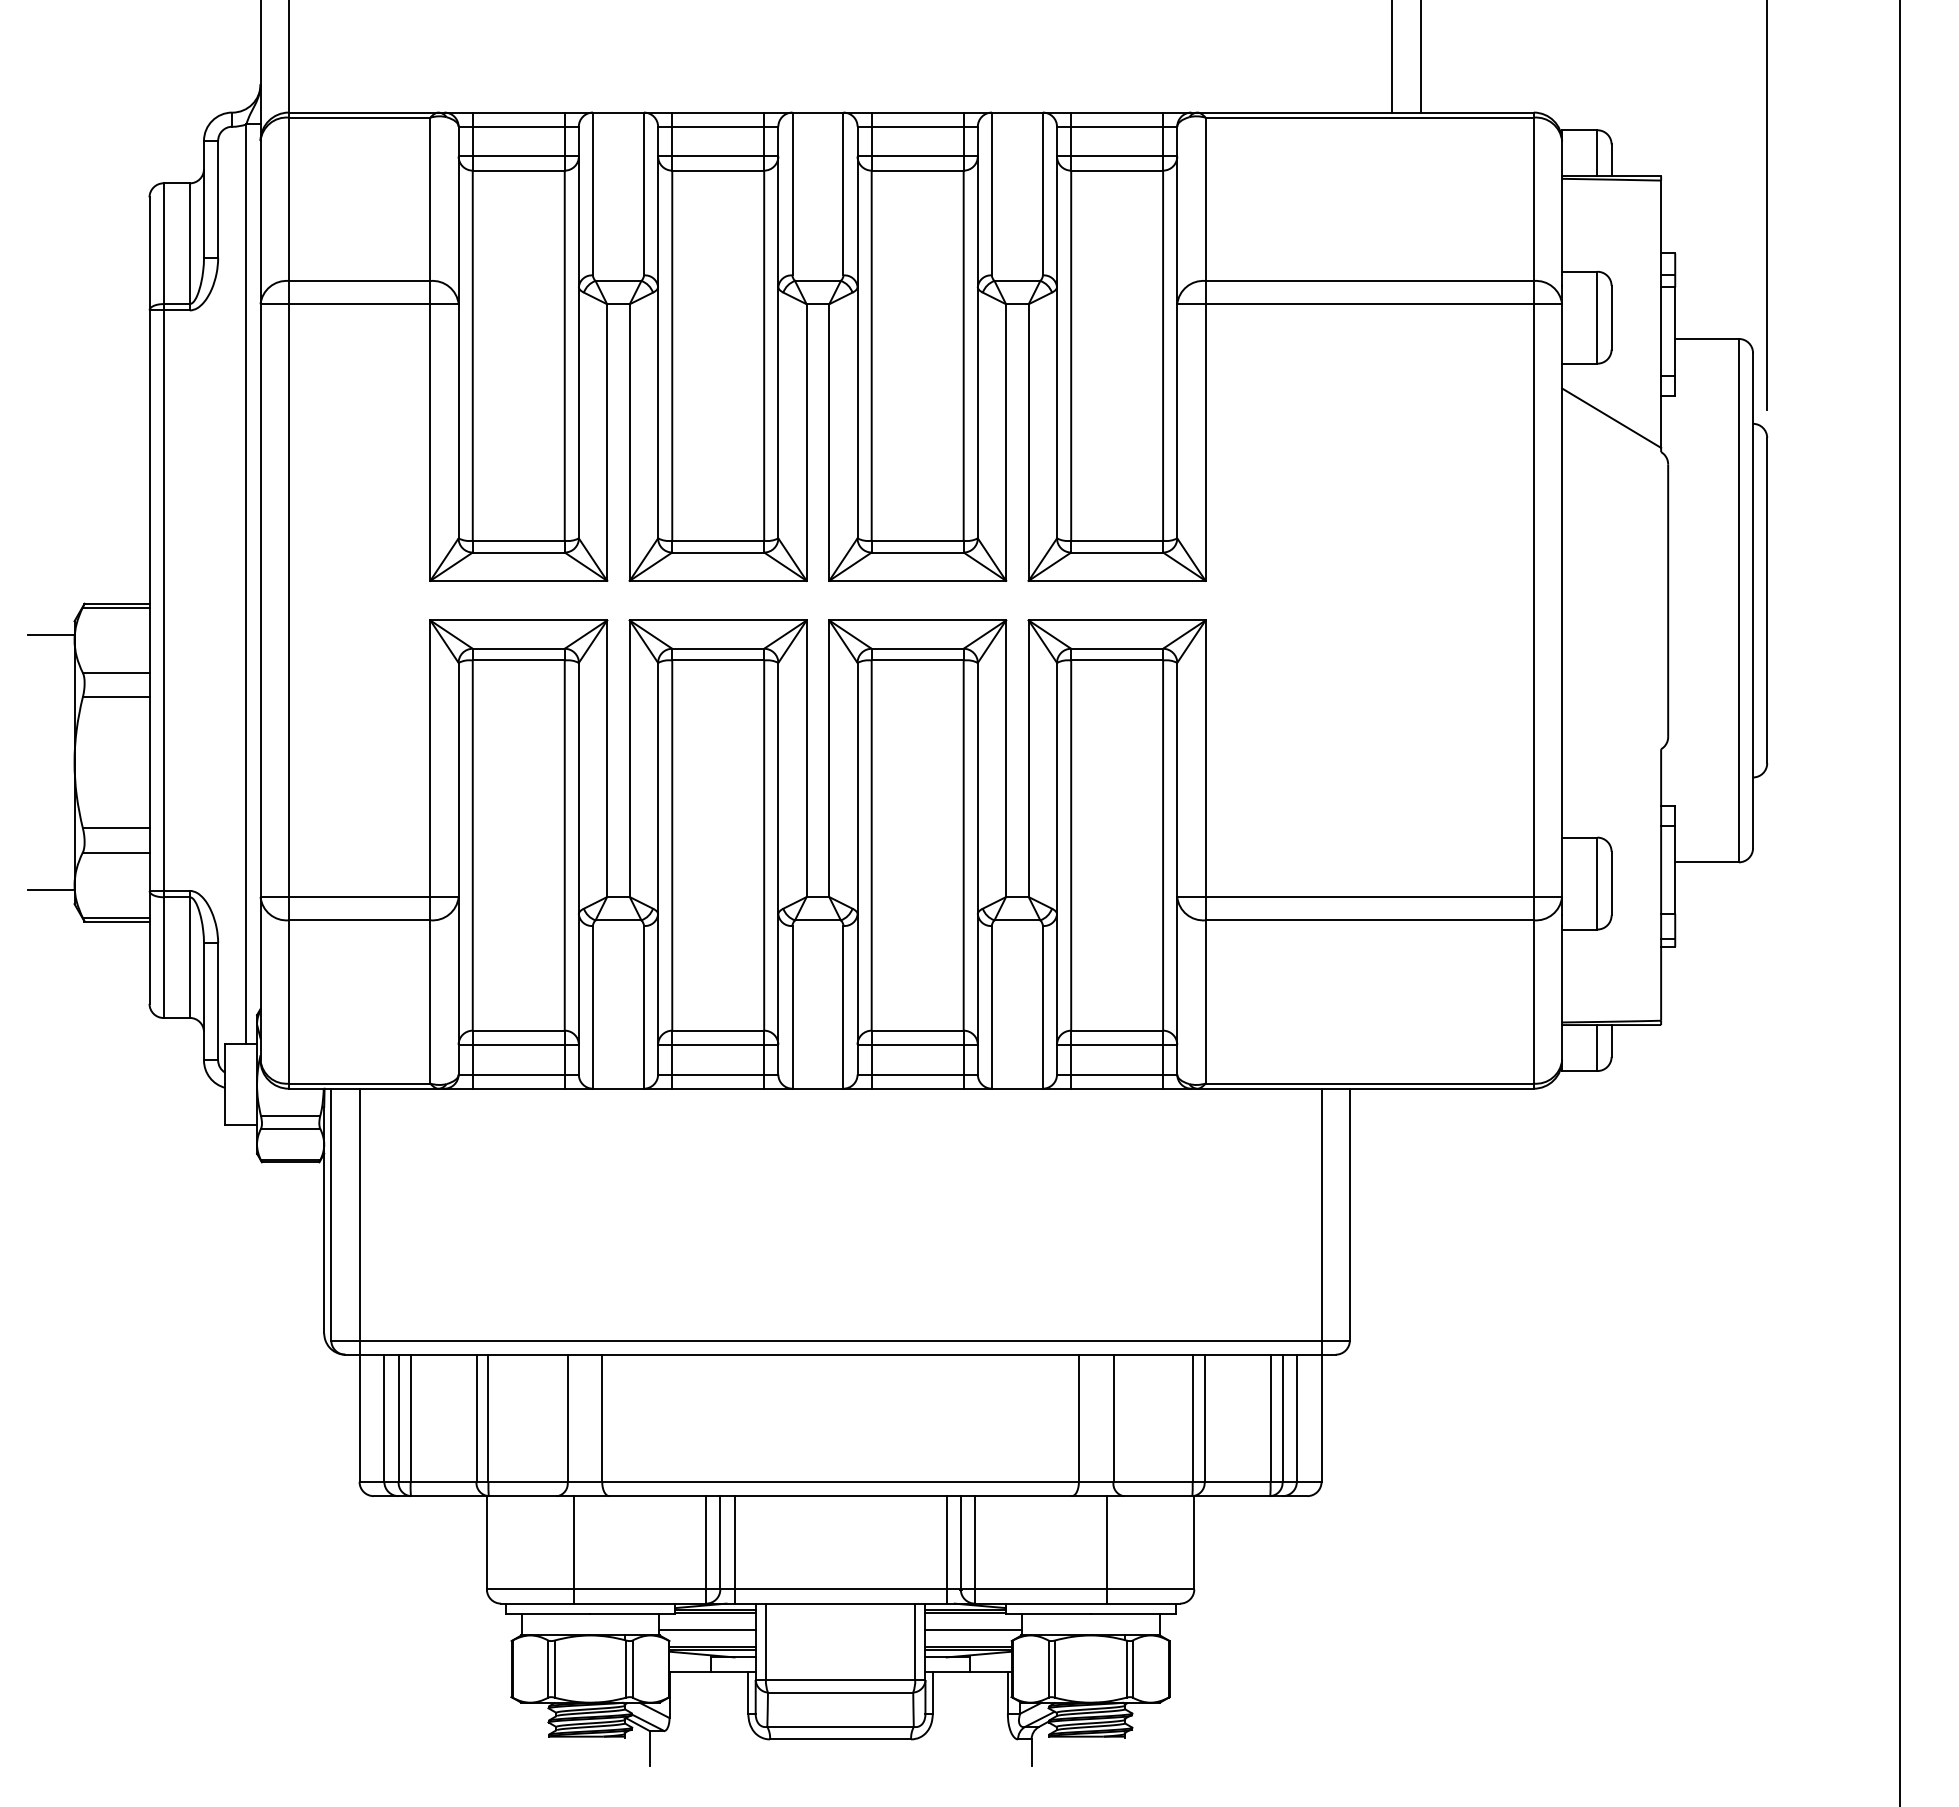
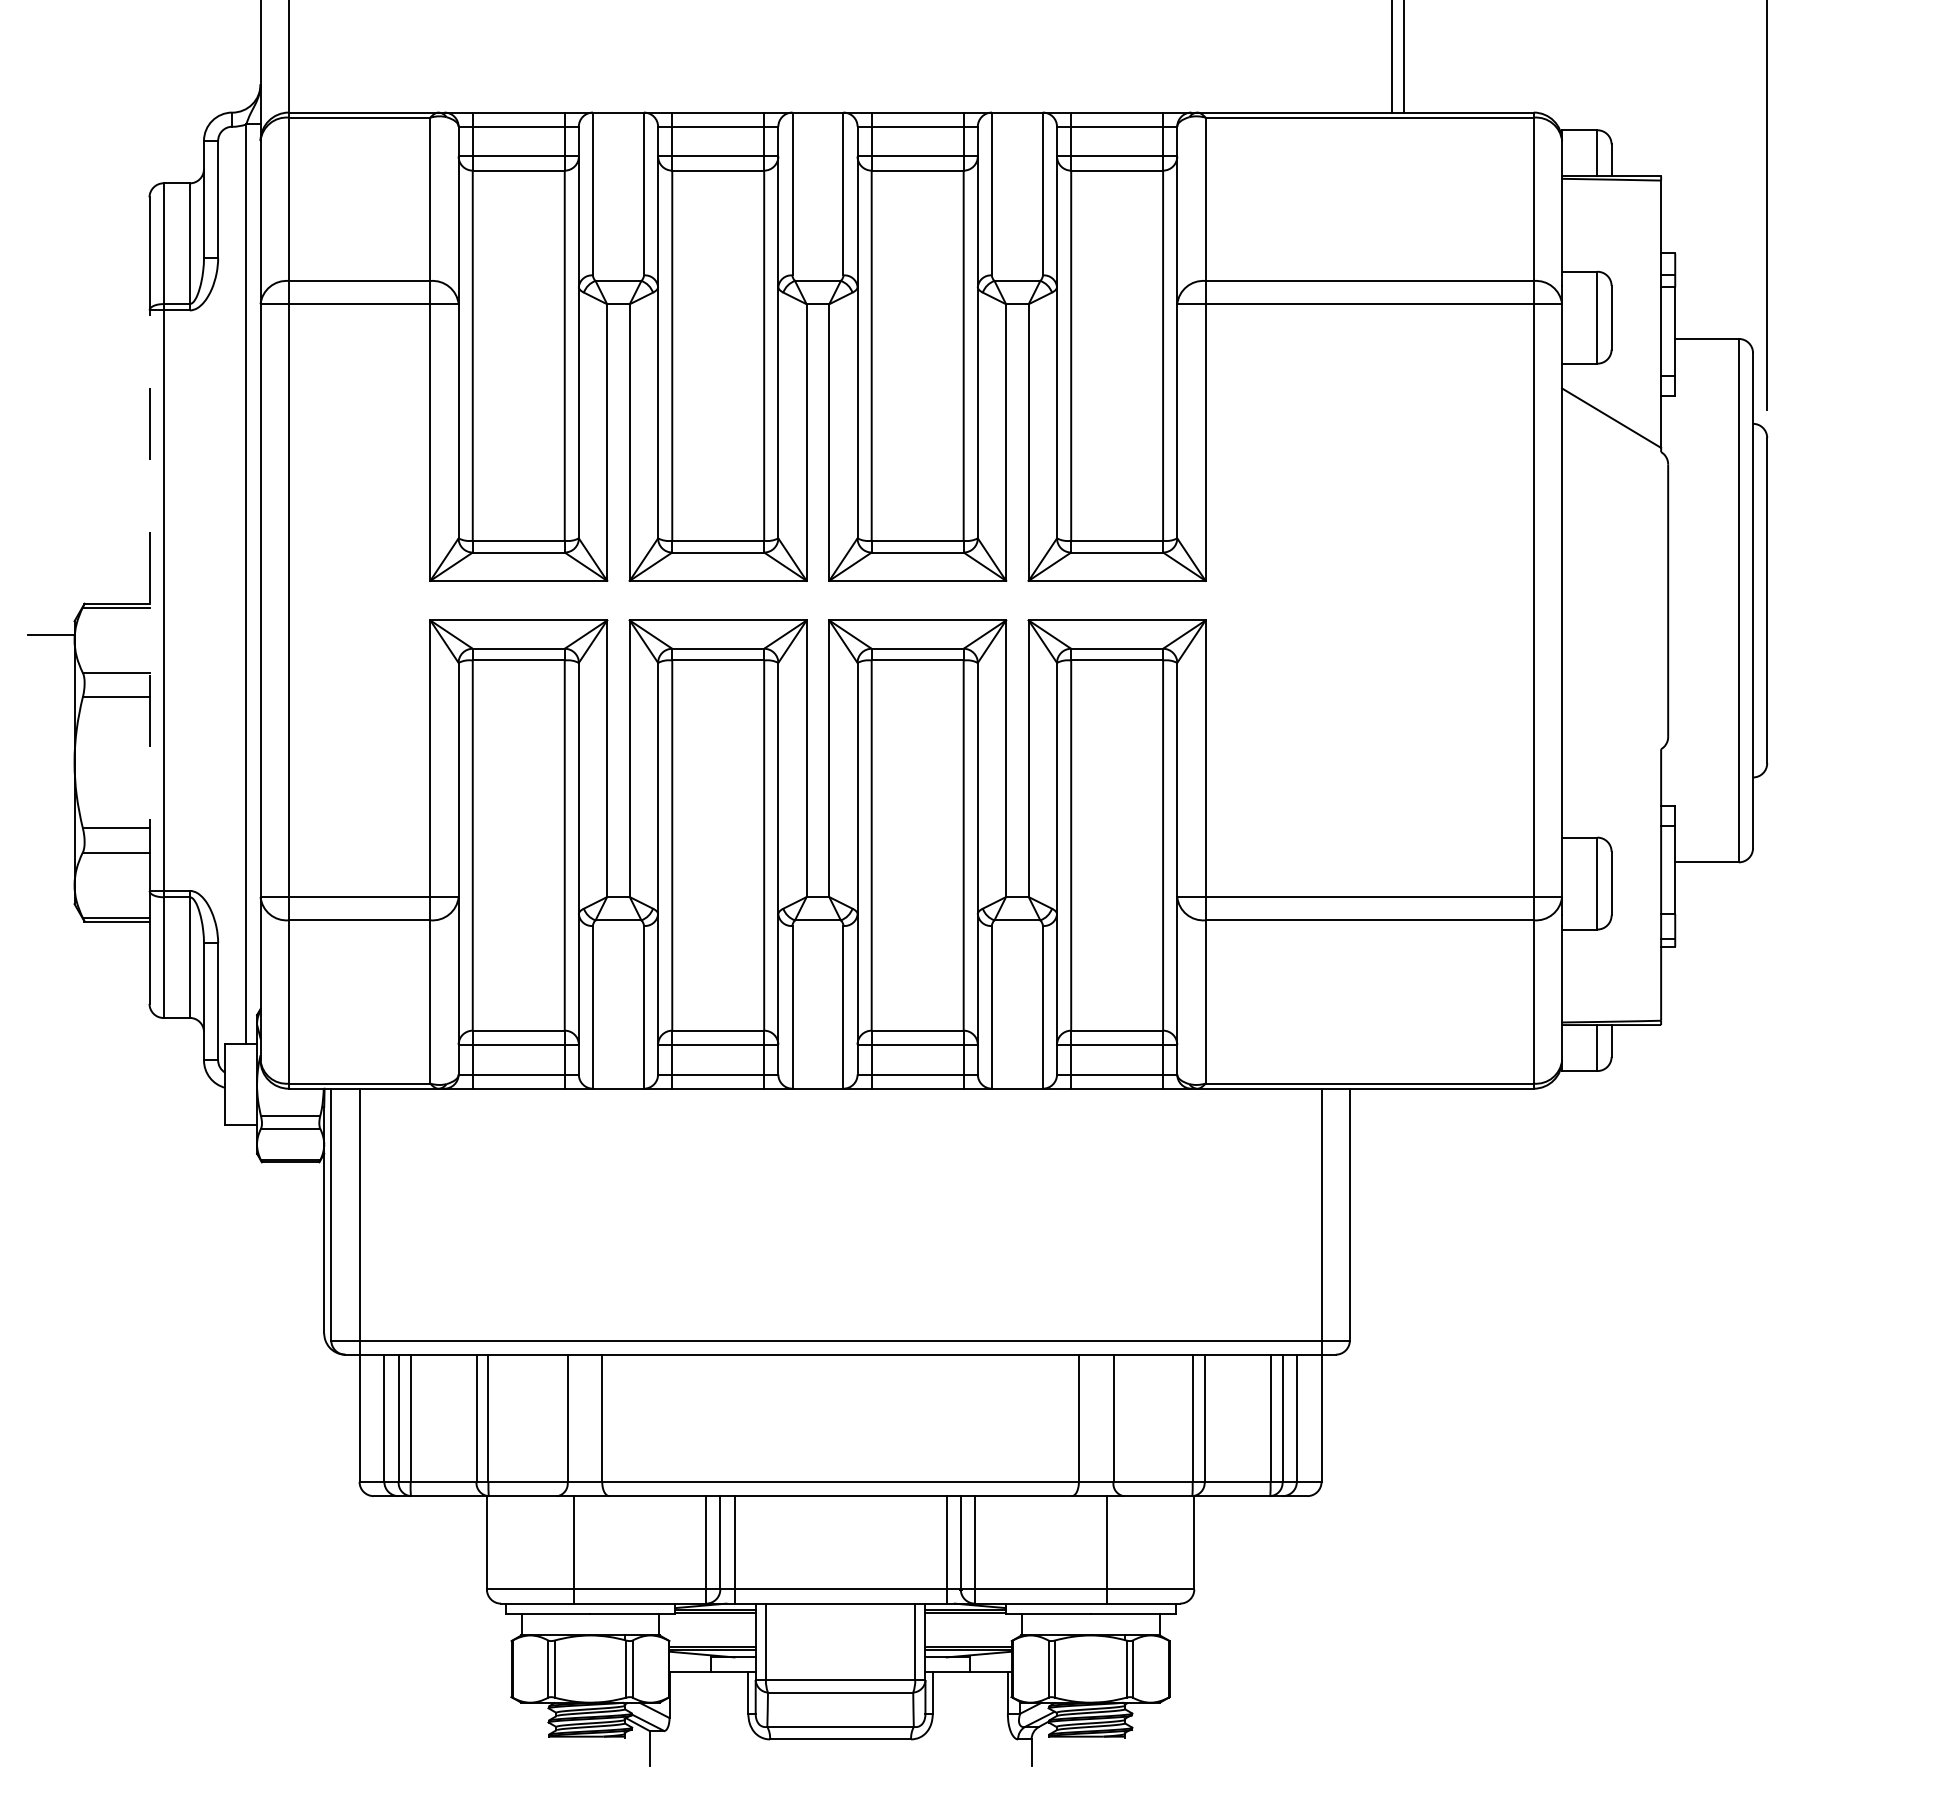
line at (1420, 57) position: (1420, 57) -> (1403, 57)
line at (149, 600): solid -> dashed
line at (50, 890): present -> none
line at (1900, 902): present -> none
line at (707, 1630): present -> none
line at (973, 1630): present -> none
